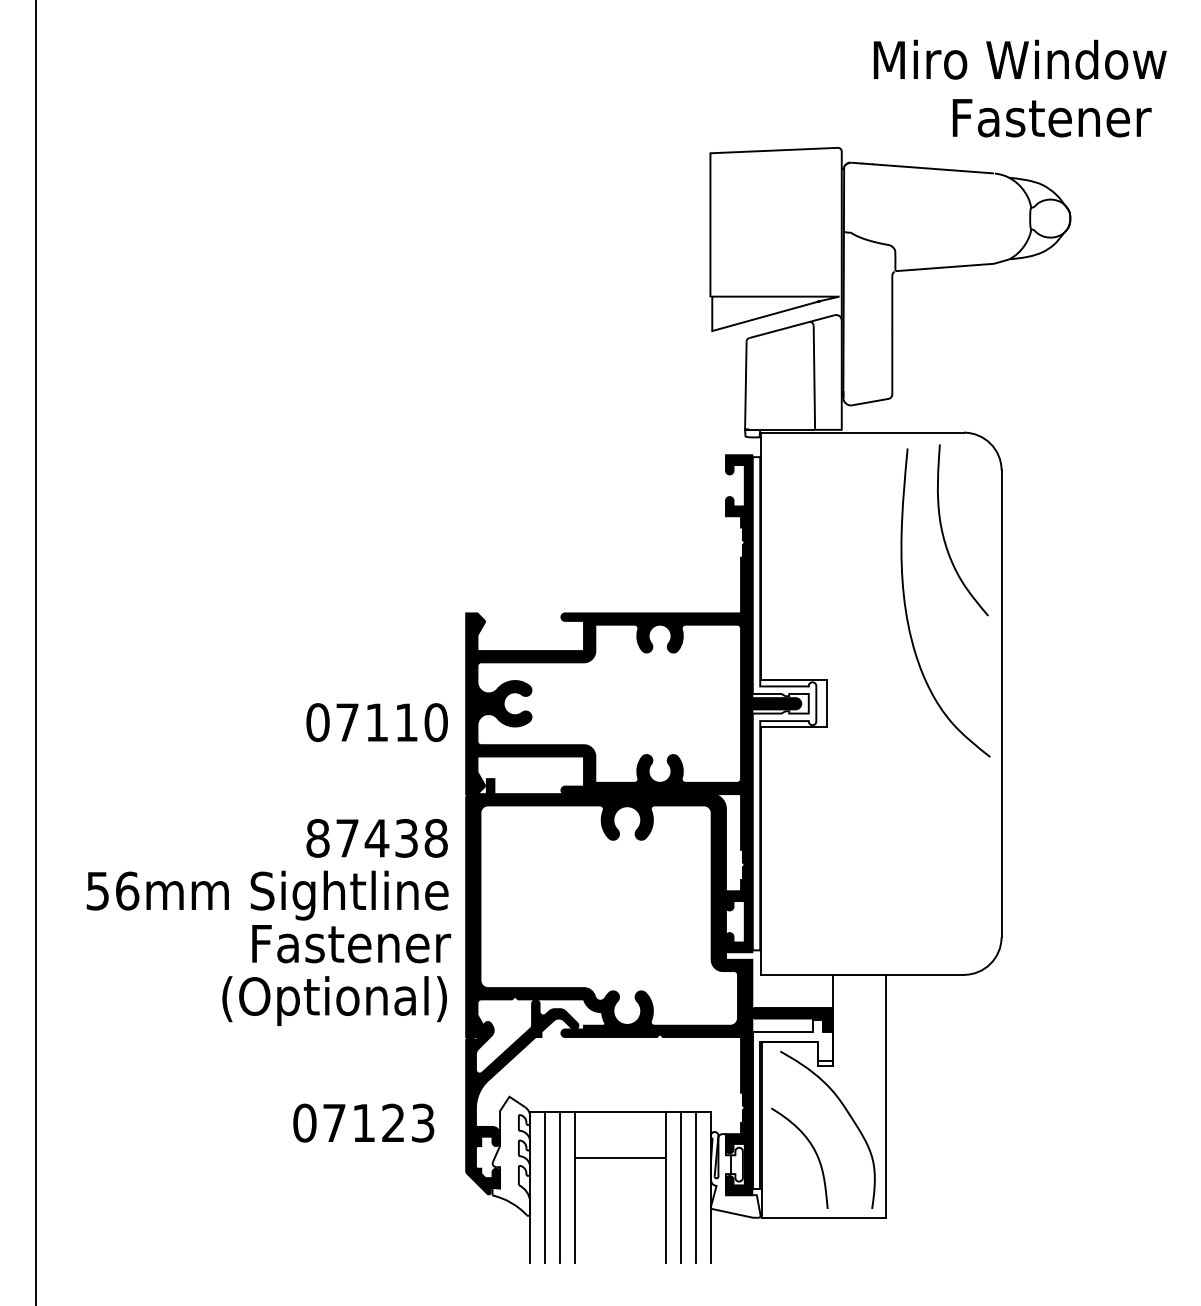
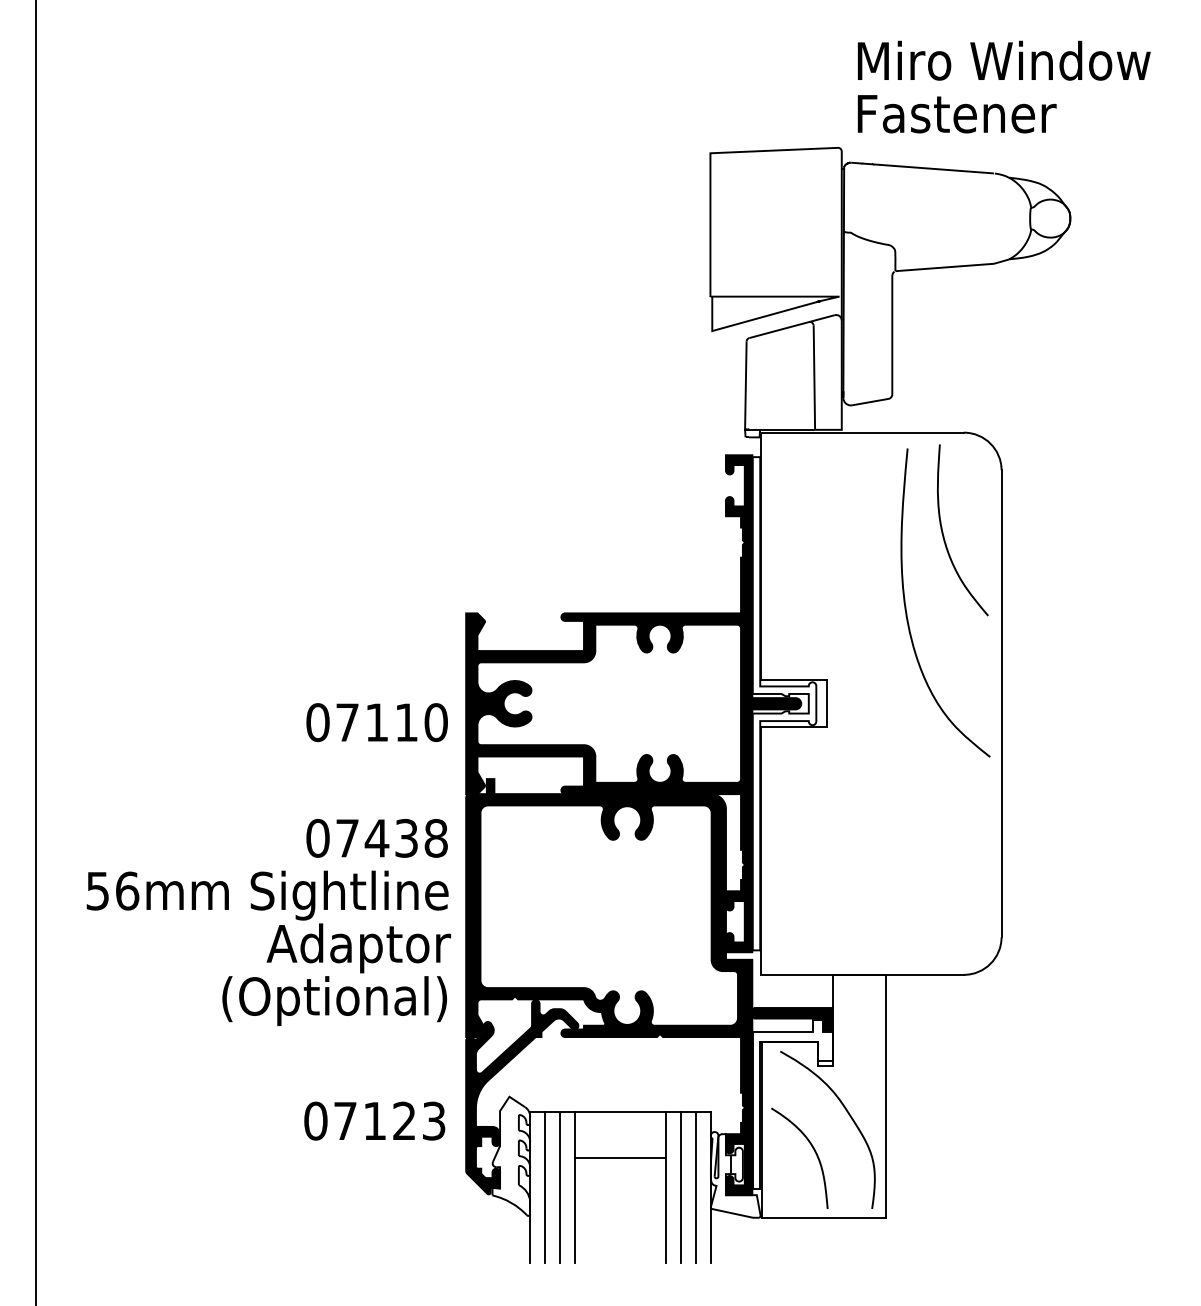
text at (1019, 59) position: (1019, 59) -> (1003, 60)
text at (1051, 118) position: (1051, 118) -> (956, 114)
text at (317, 838): 87438 -> 07438
text at (340, 948): Fastener -> Adaptor
text at (363, 1122) position: (363, 1122) -> (374, 1120)
